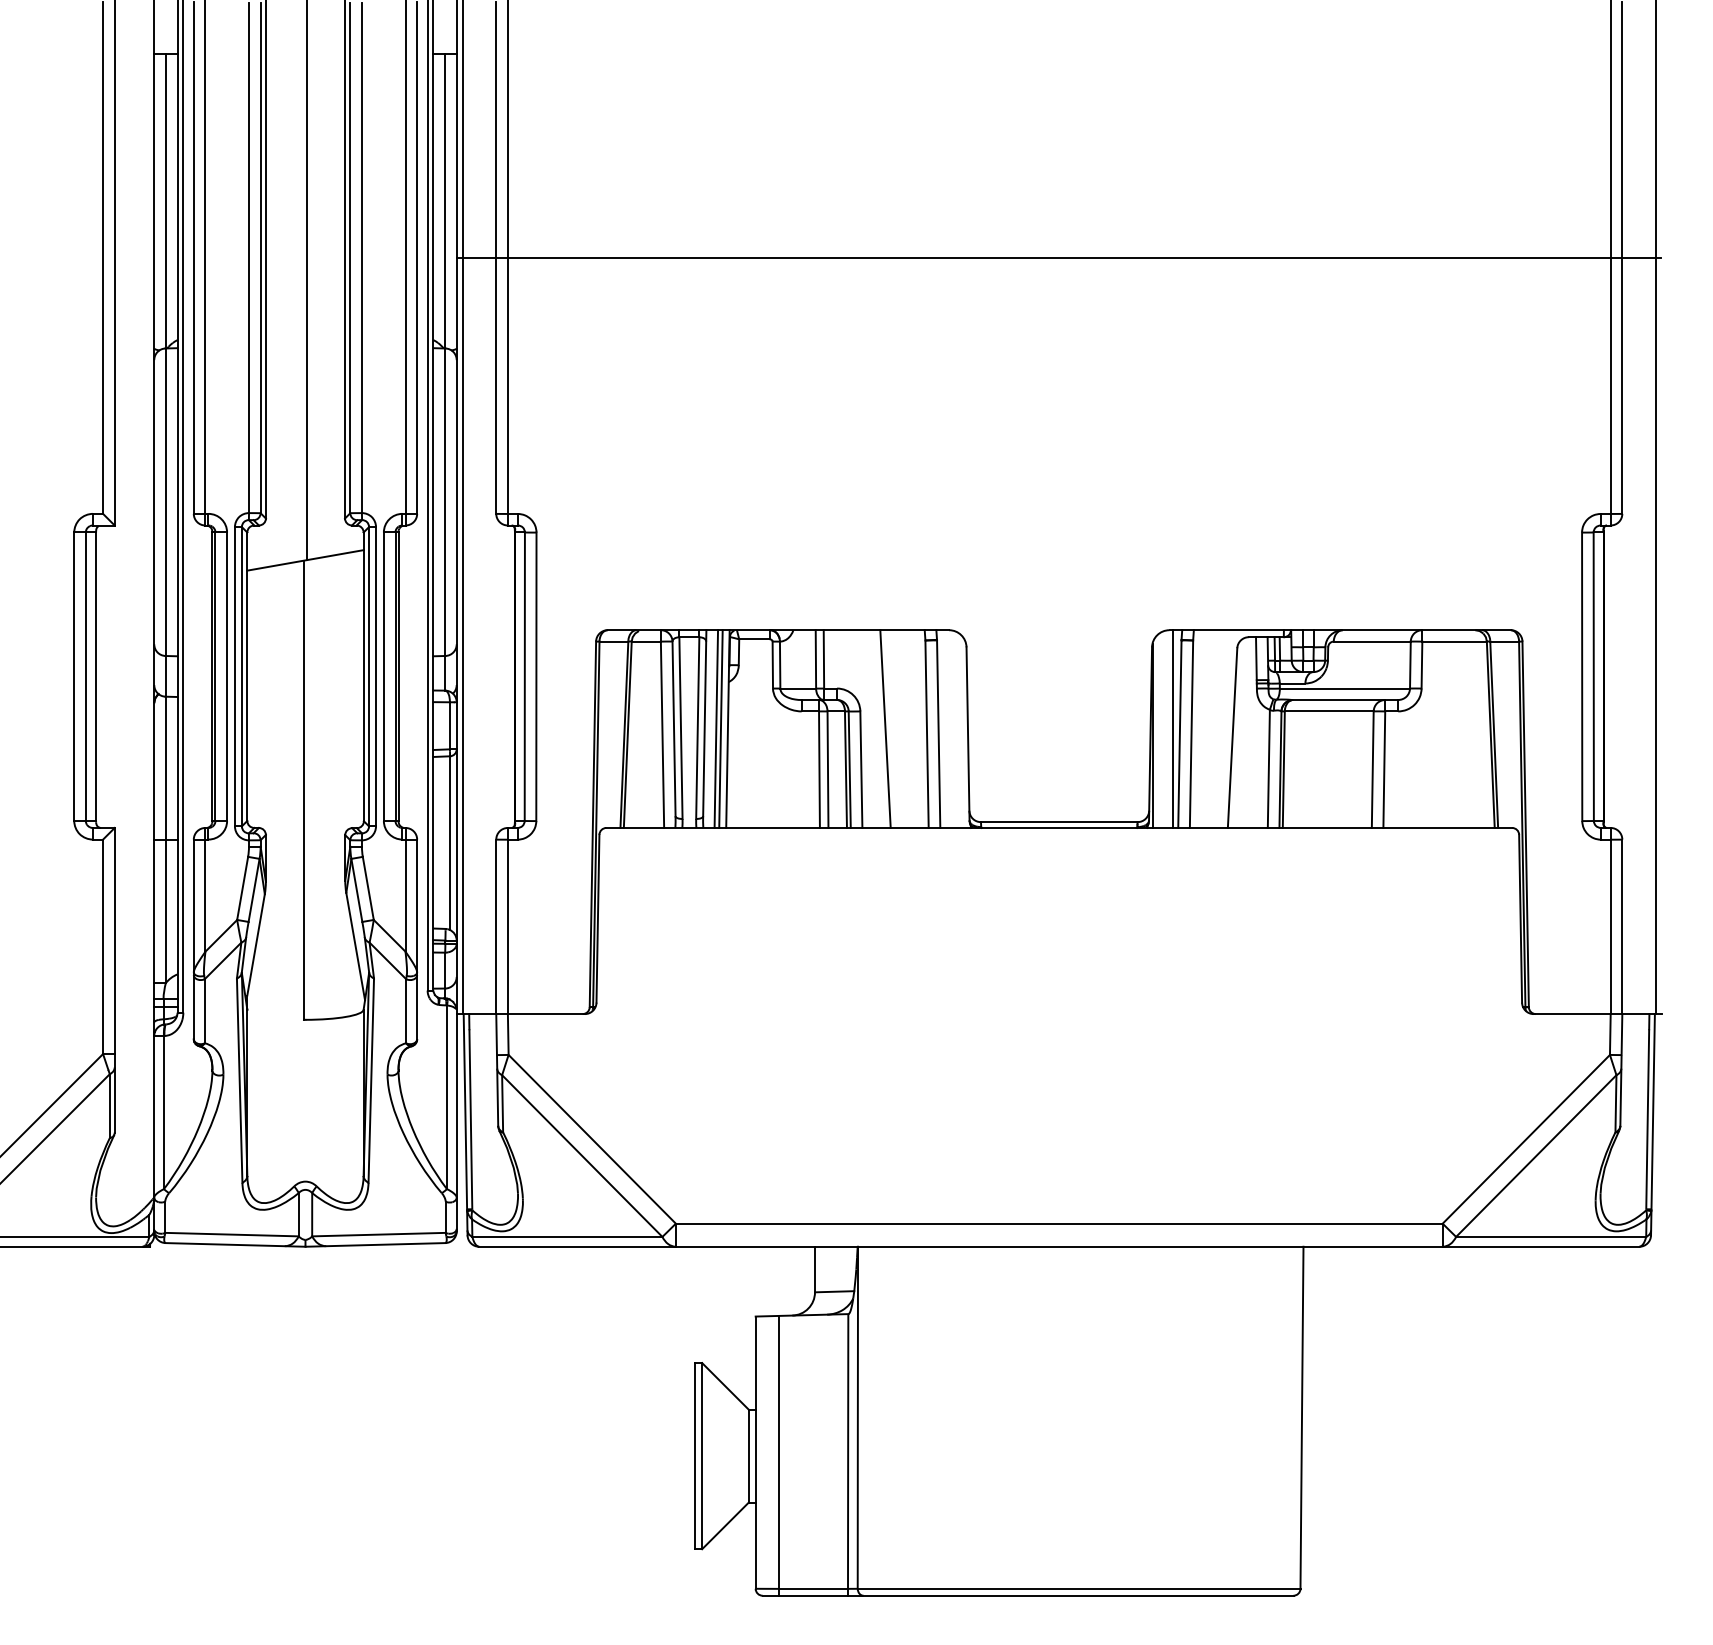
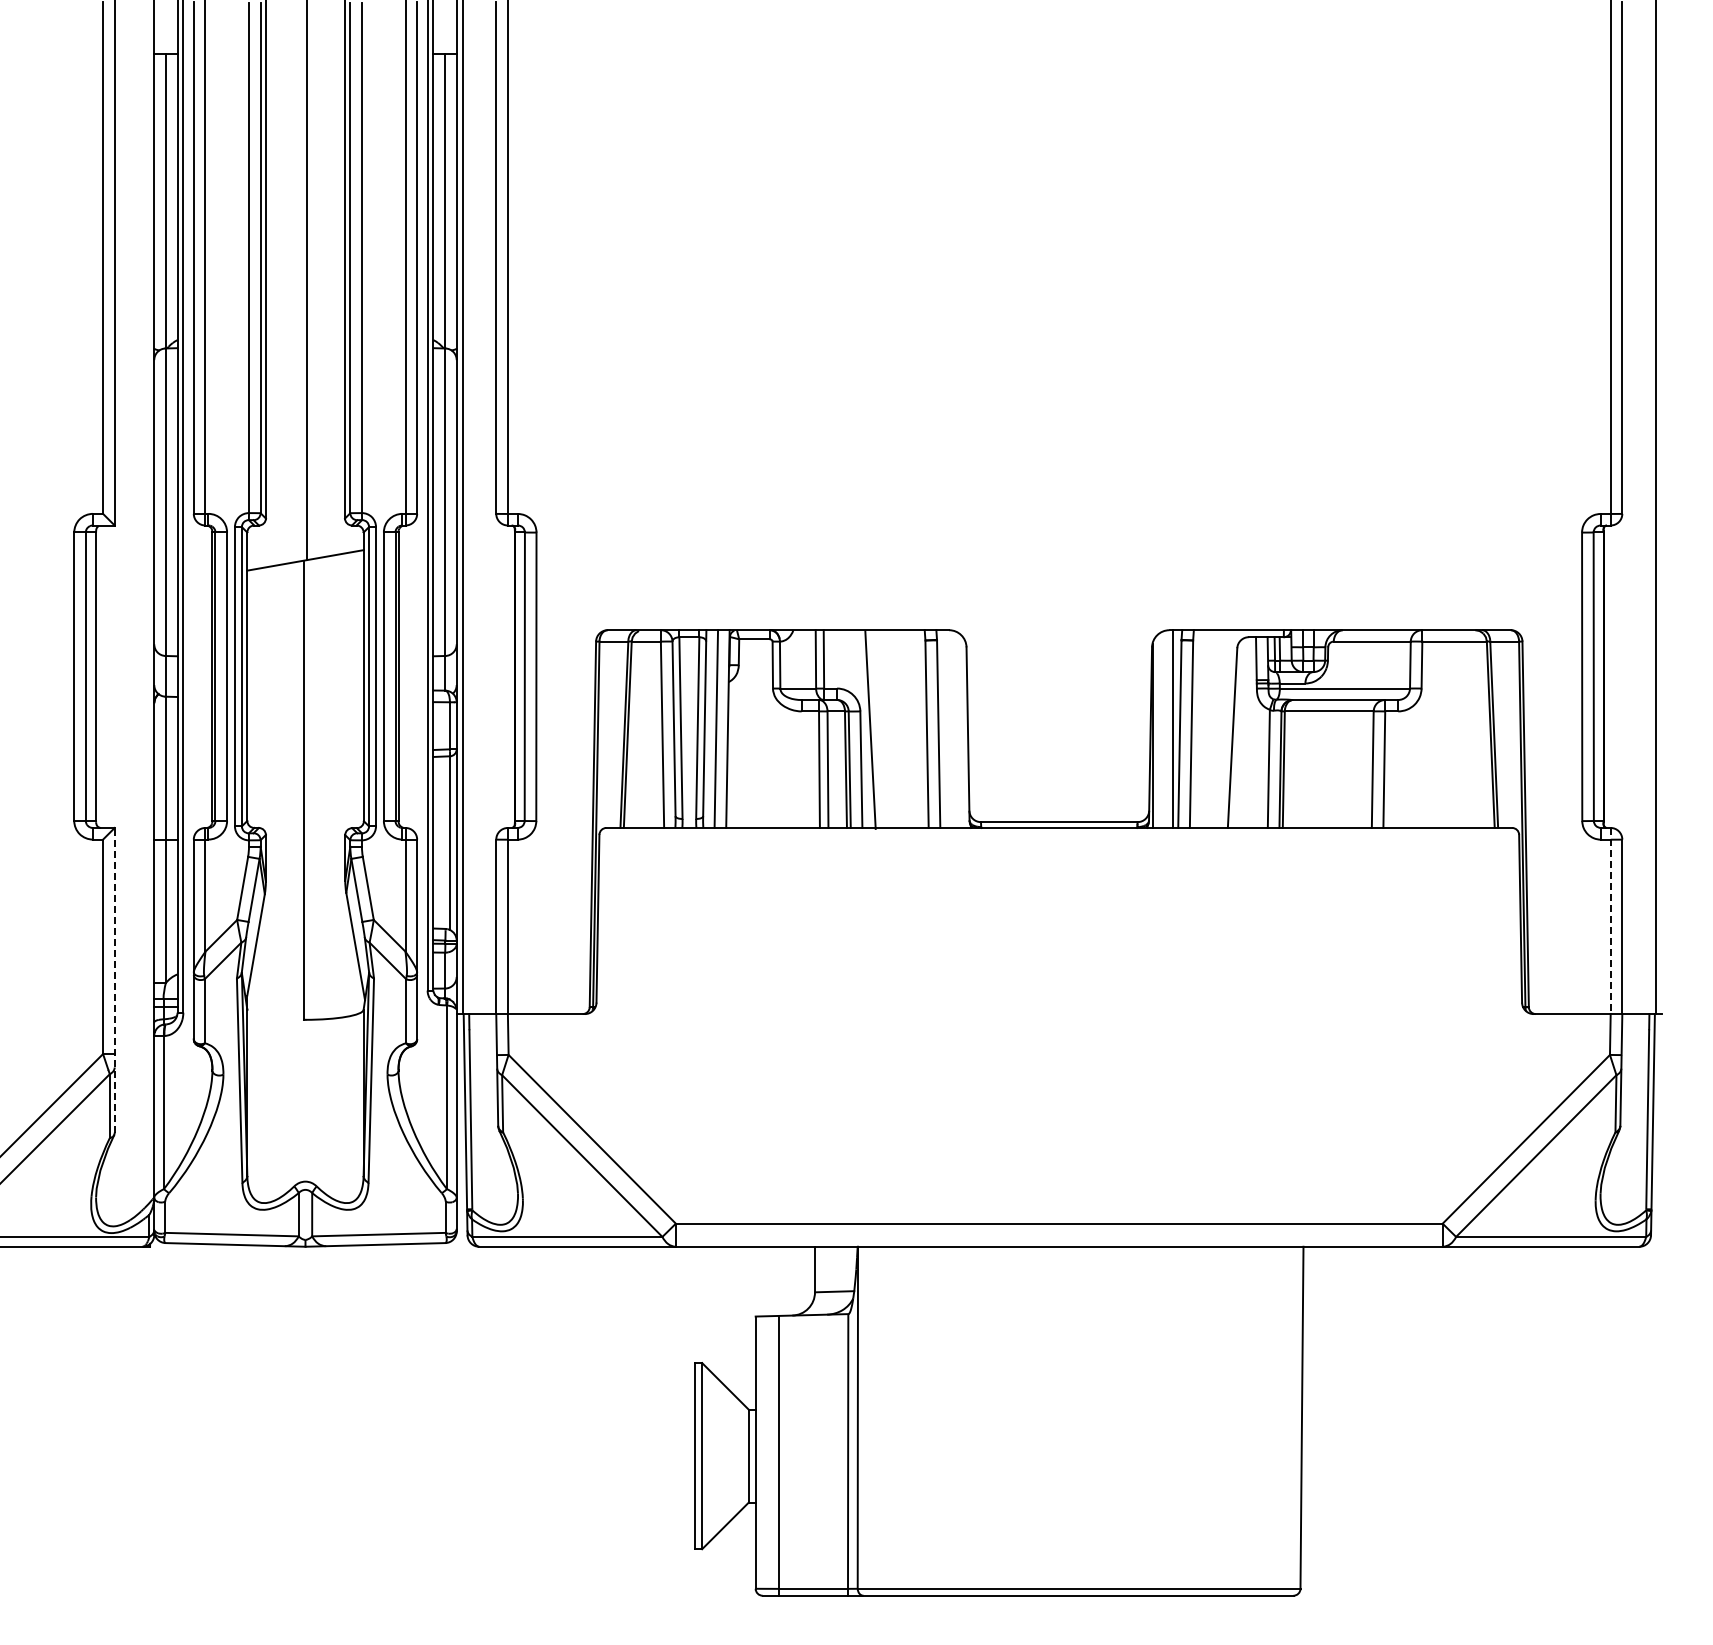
line at (1058, 257): present -> none
line at (720, 728): present -> none
line at (885, 728) position: (885, 728) -> (870, 729)
line at (1610, 921): solid -> dashed
line at (114, 980): solid -> dashed
